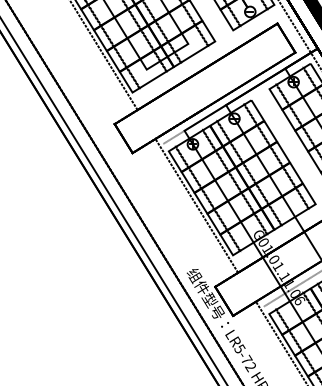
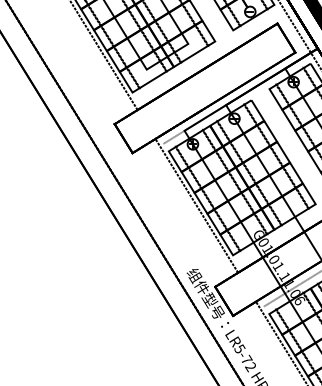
line at (113, 201): present -> none
